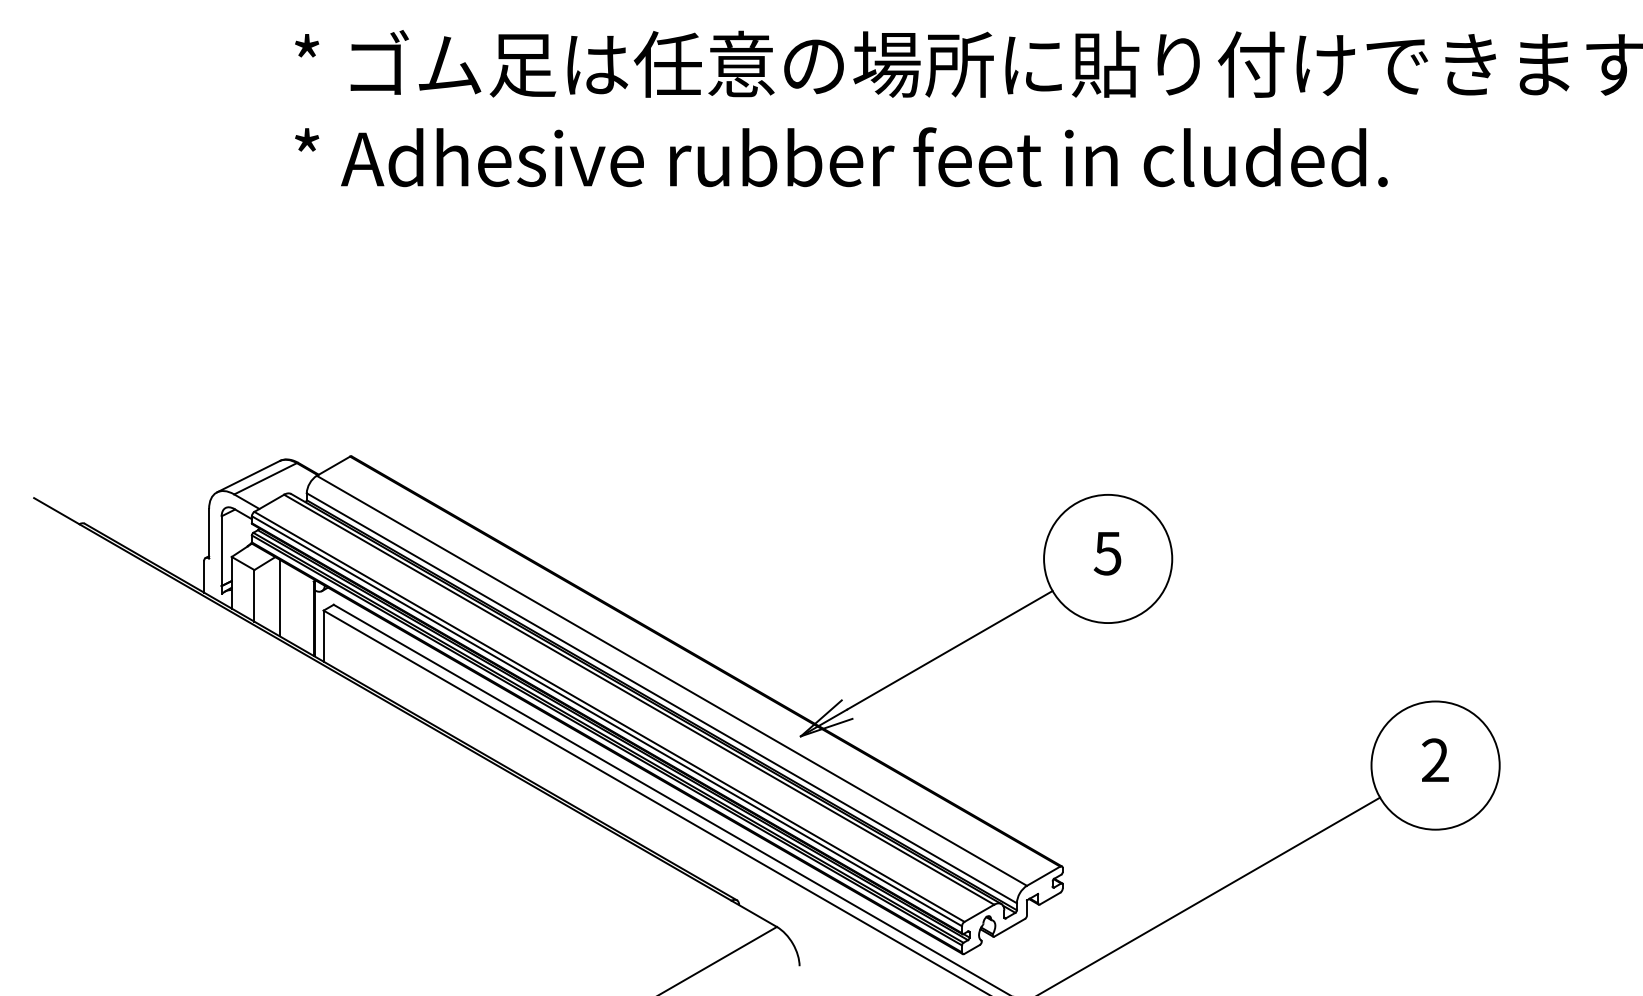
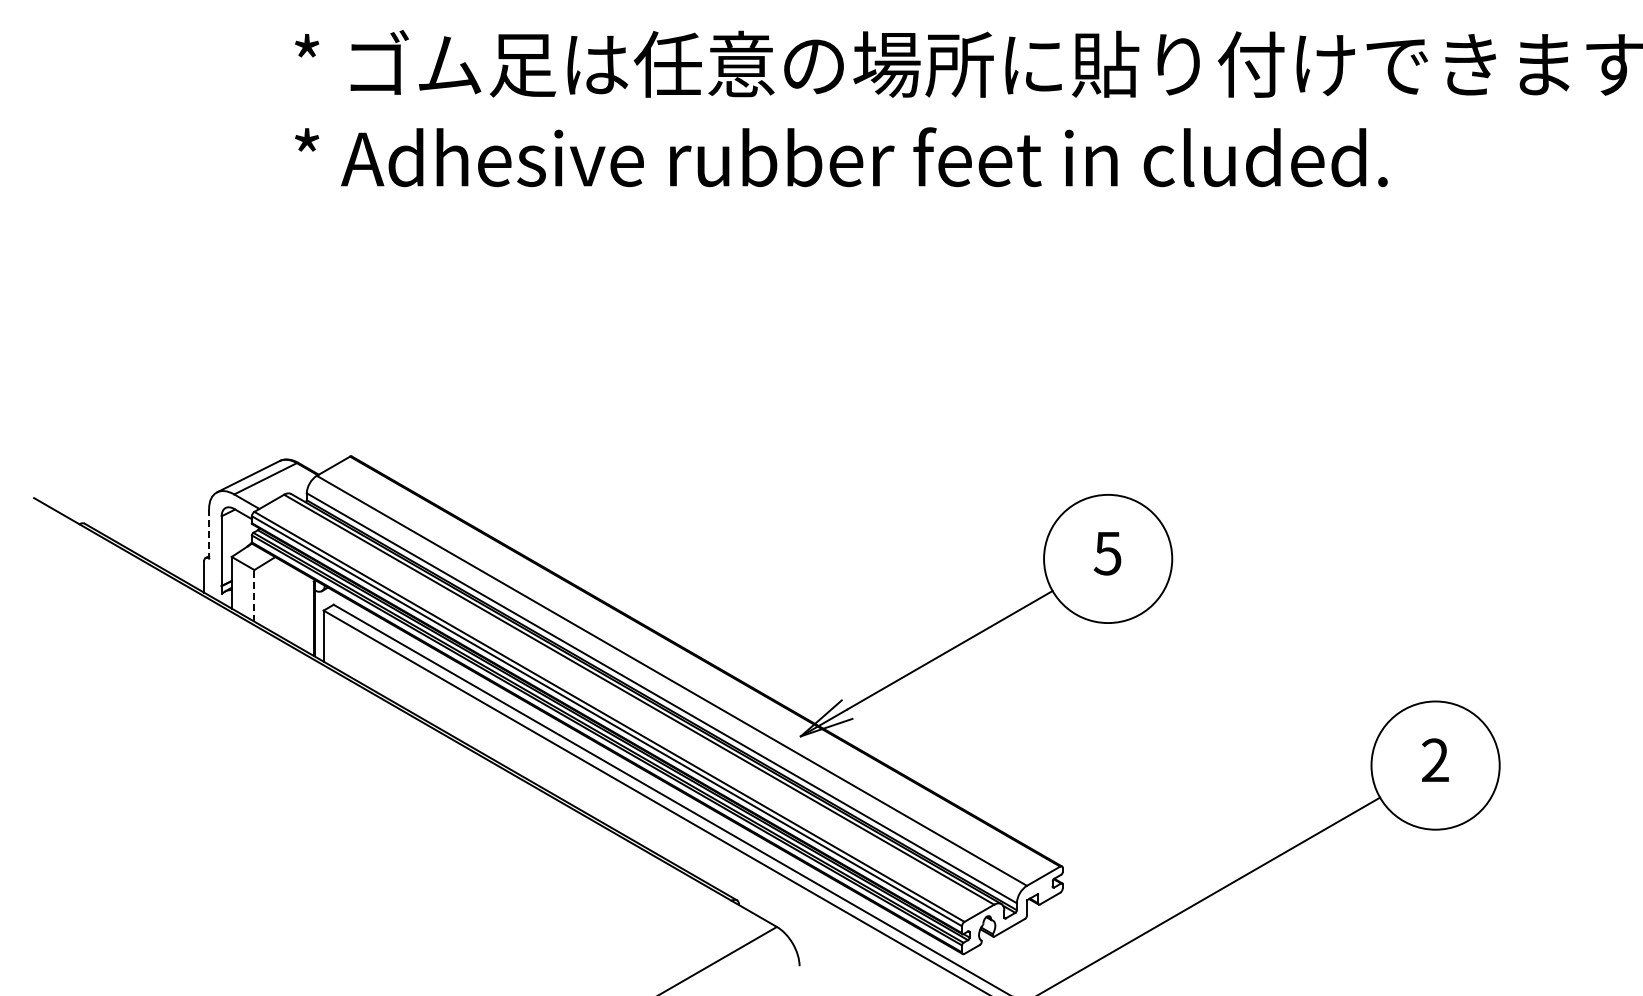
line at (209, 533): solid -> dashed
line at (254, 595): solid -> dashed
line at (279, 597): present -> none
